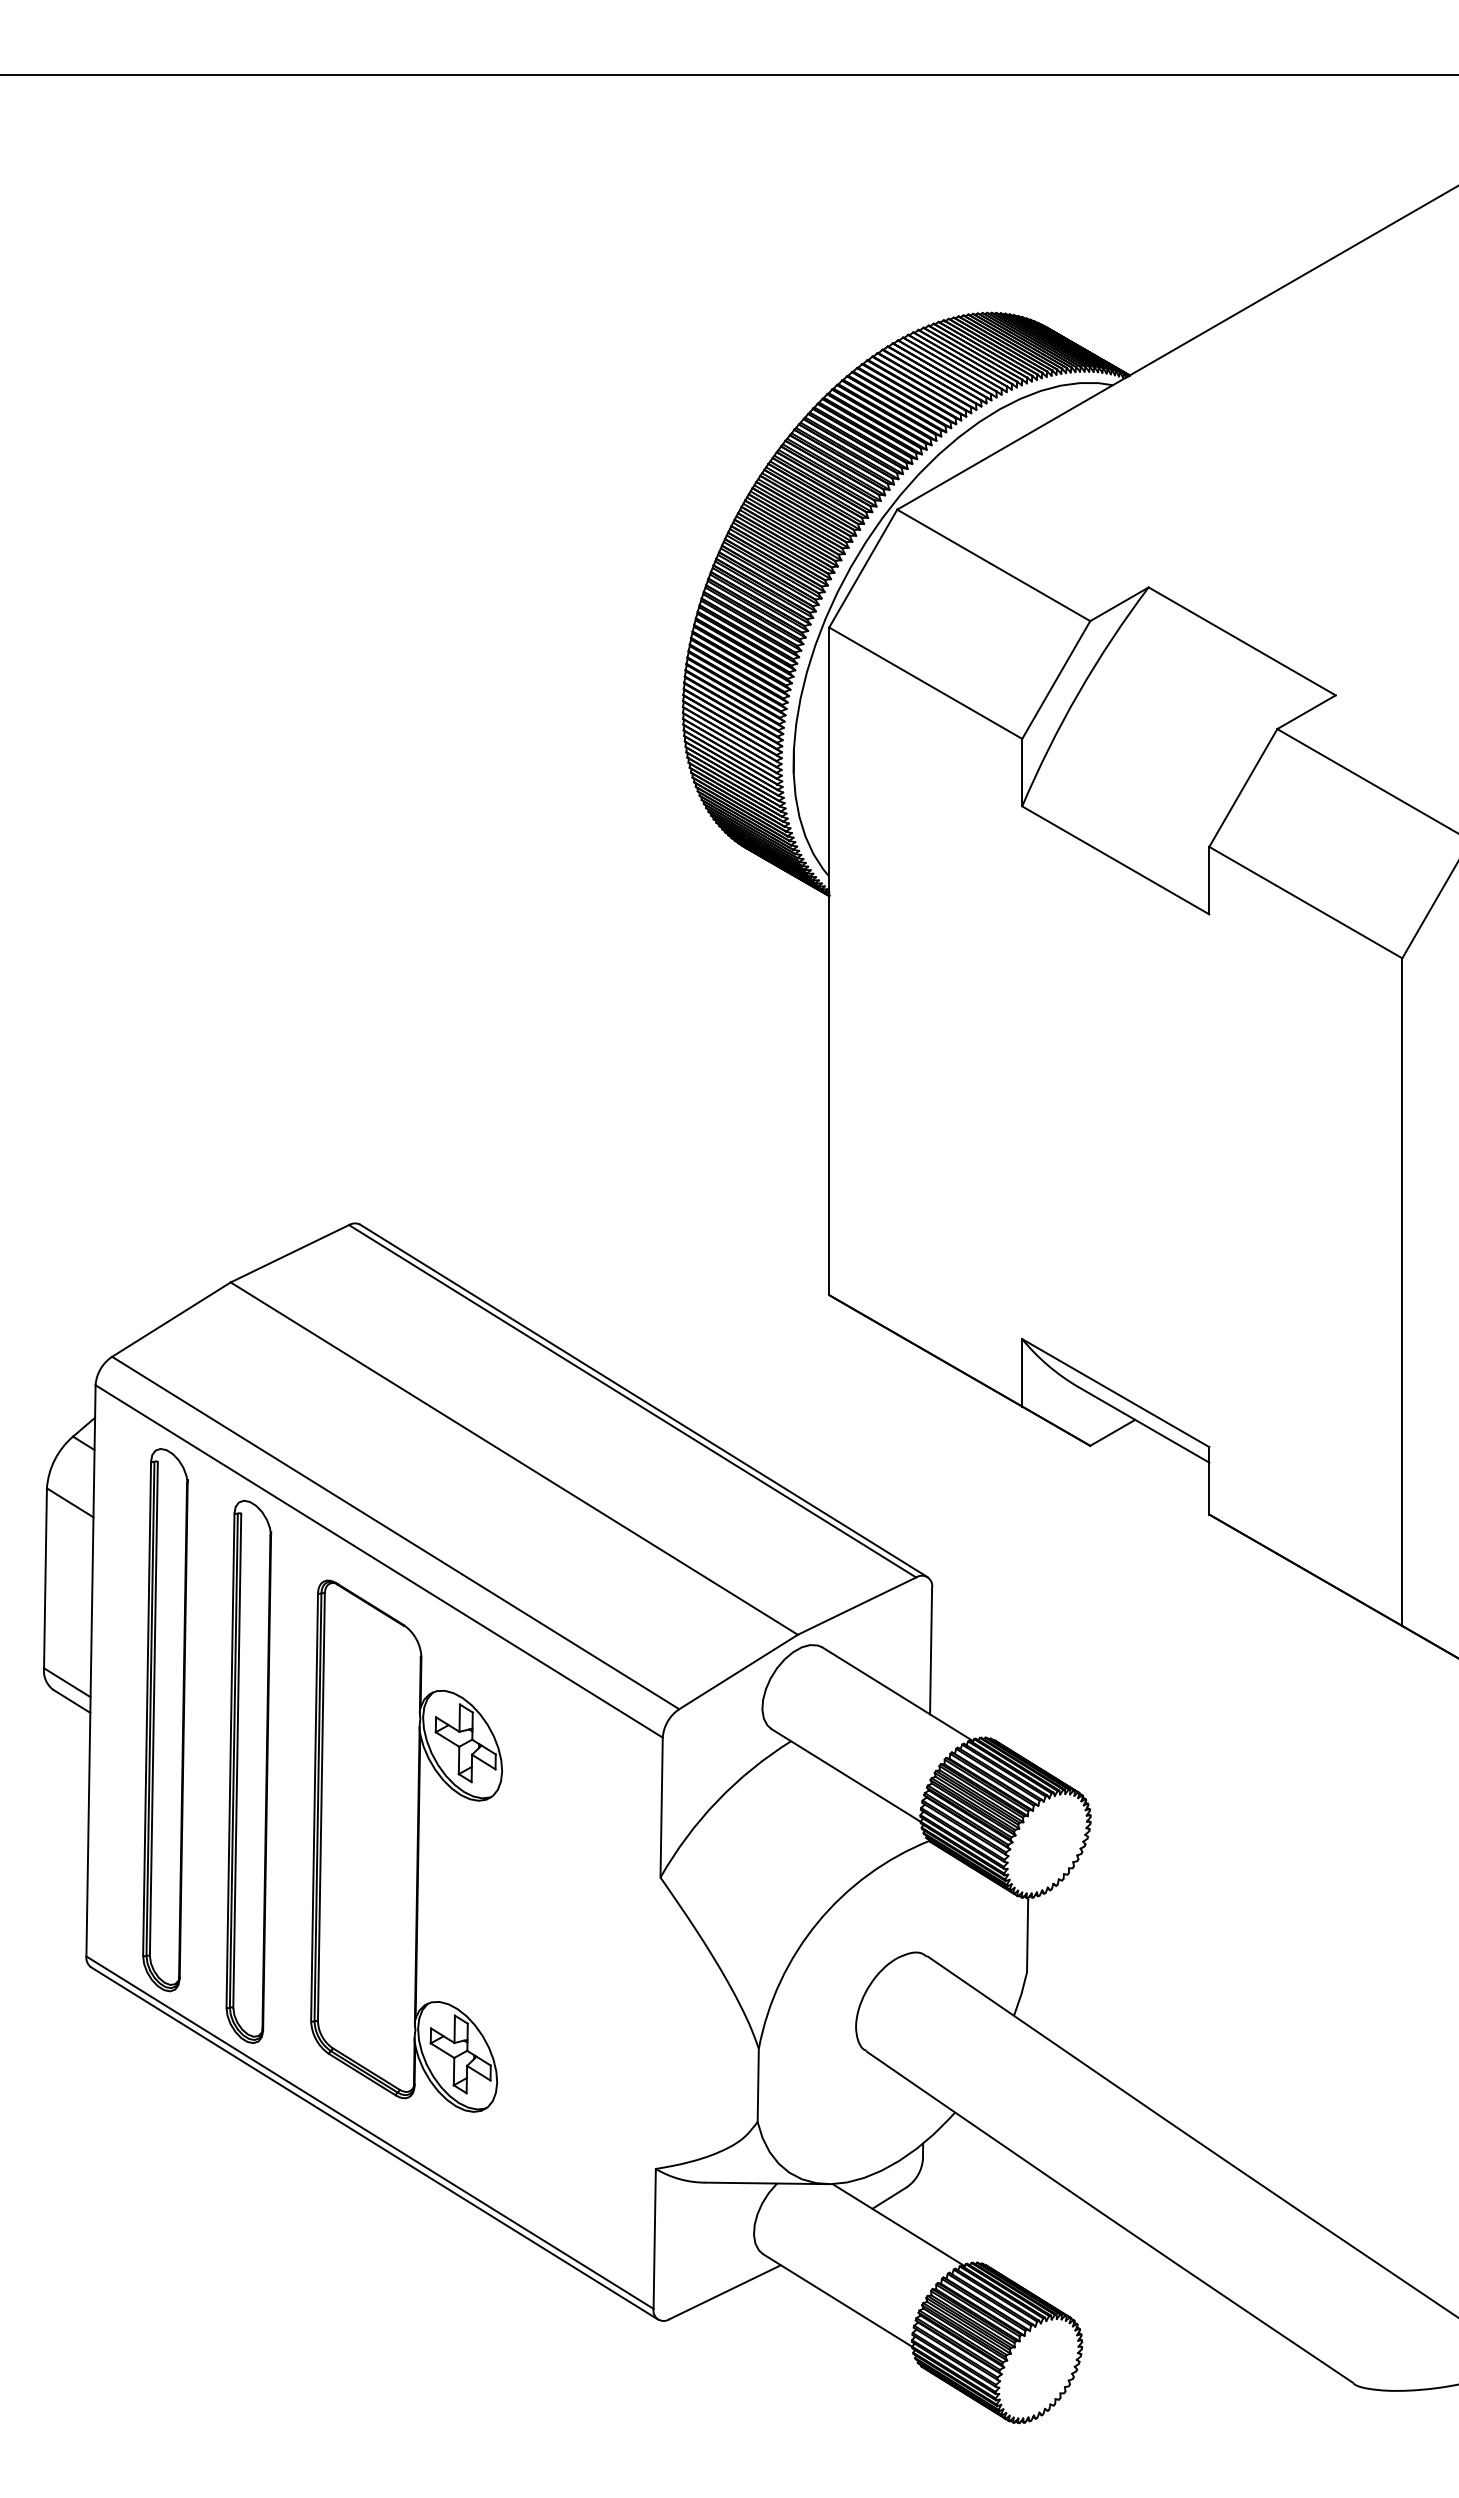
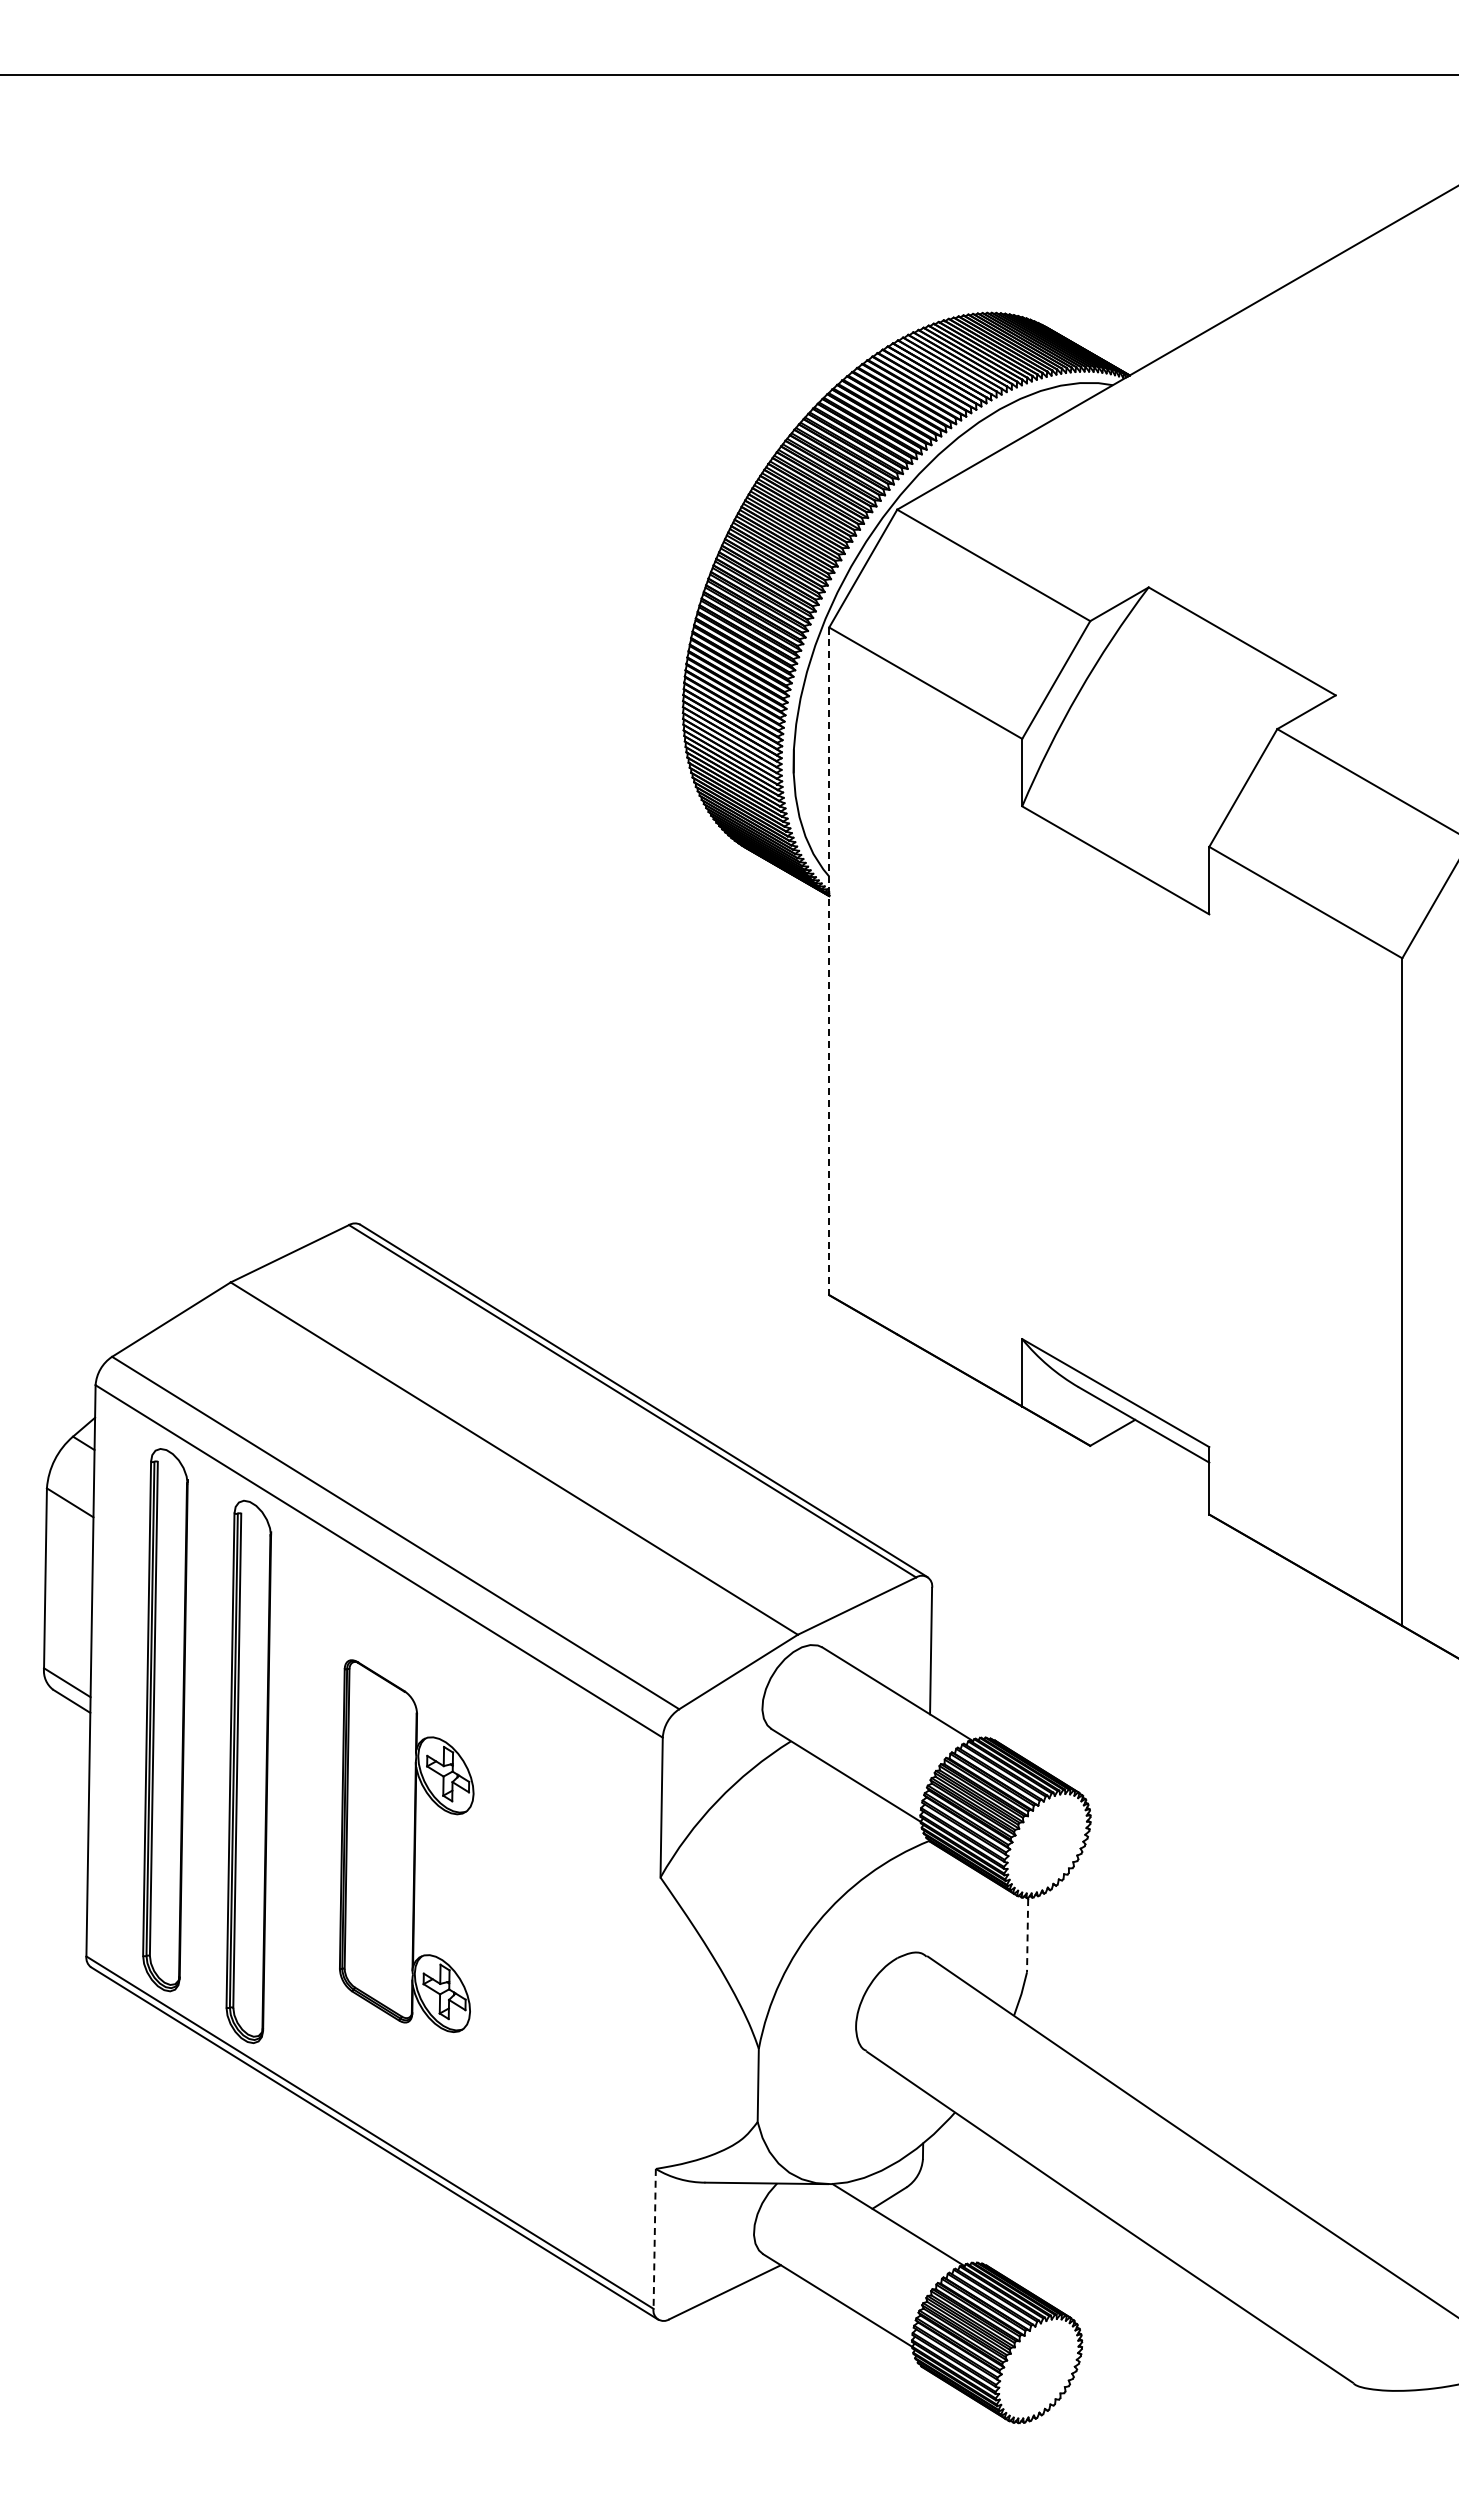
line at (829, 961): solid -> dashed
part at (406, 1845) size: 194x534 px -> 136x374 px
line at (1027, 1935): solid -> dashed
line at (654, 2238): solid -> dashed
